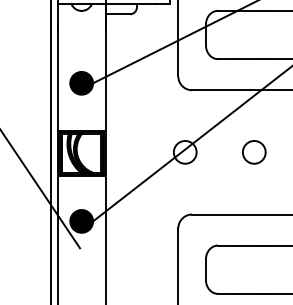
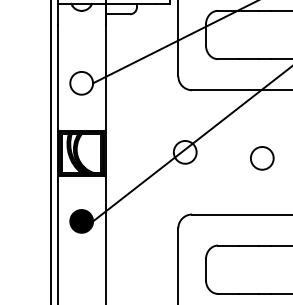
fill at (81, 82): present -> none
circle at (254, 152) position: (254, 152) -> (262, 158)
line at (41, 190): present -> none
